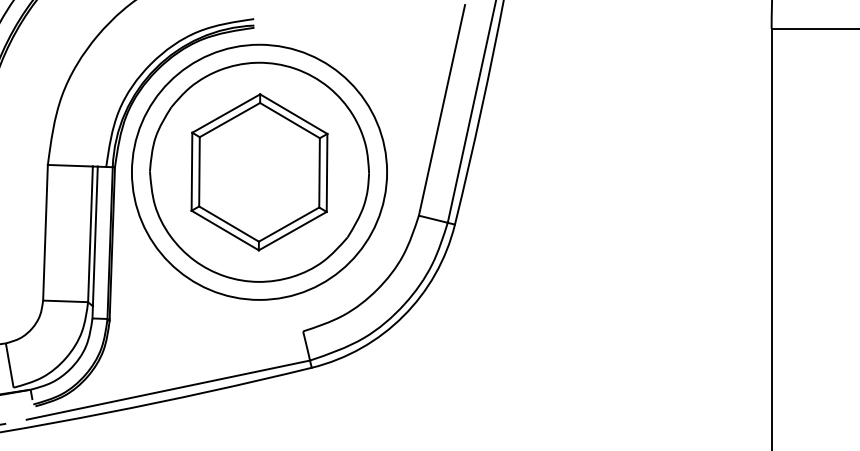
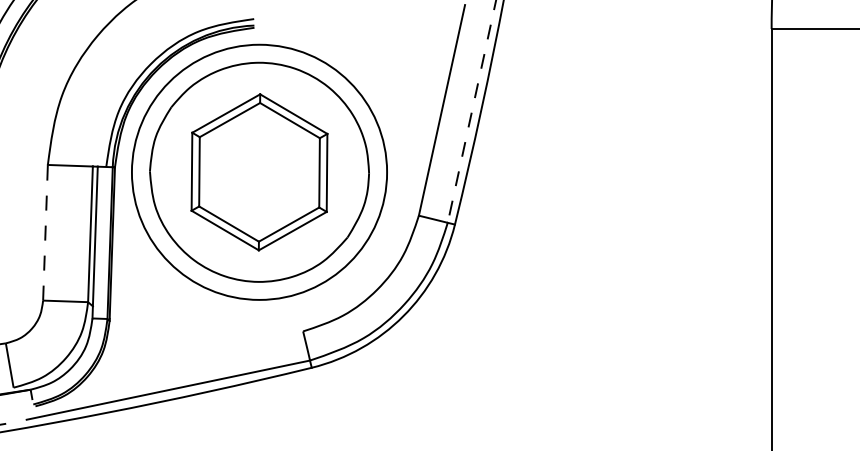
line at (471, 111): solid -> dashed
line at (45, 232): solid -> dashed
